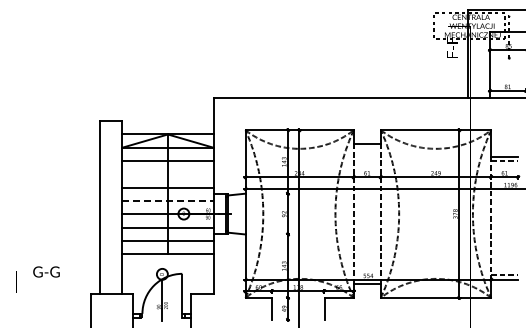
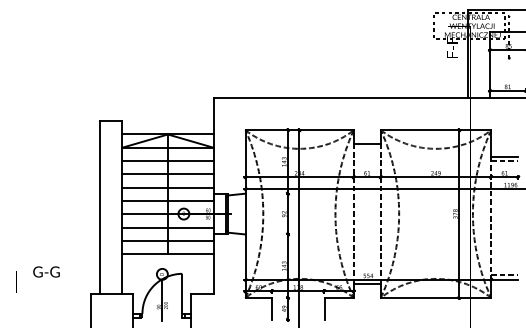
line at (167, 174): none -> present
line at (167, 200): dashed -> solid
